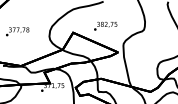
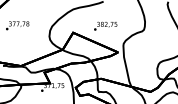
text at (17, 31) position: (17, 31) -> (17, 25)
